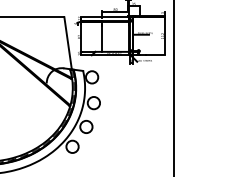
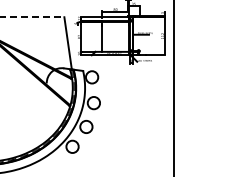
line at (32, 17): solid -> dashed
